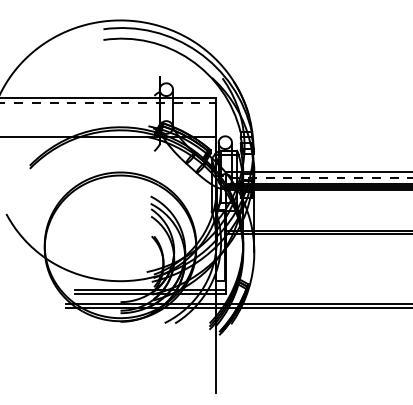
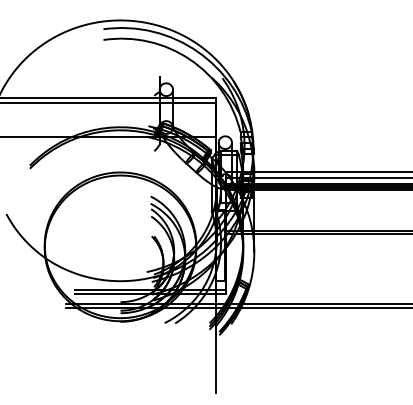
line at (108, 103): dashed -> solid
line at (318, 177): dashed -> solid
